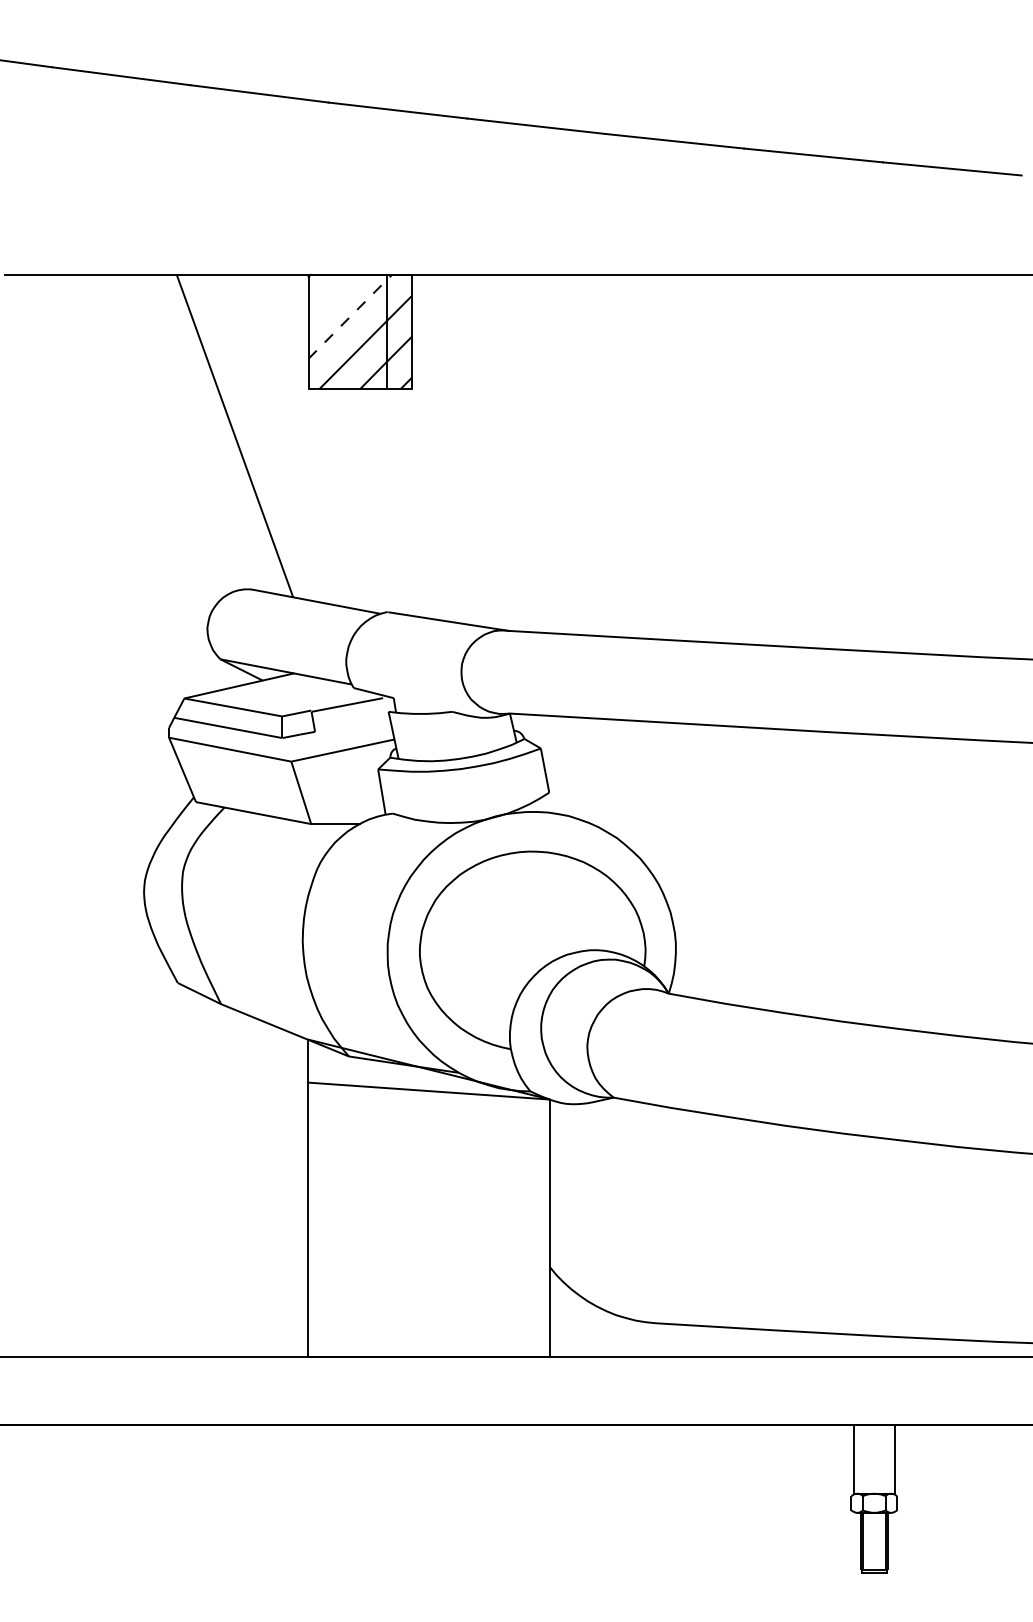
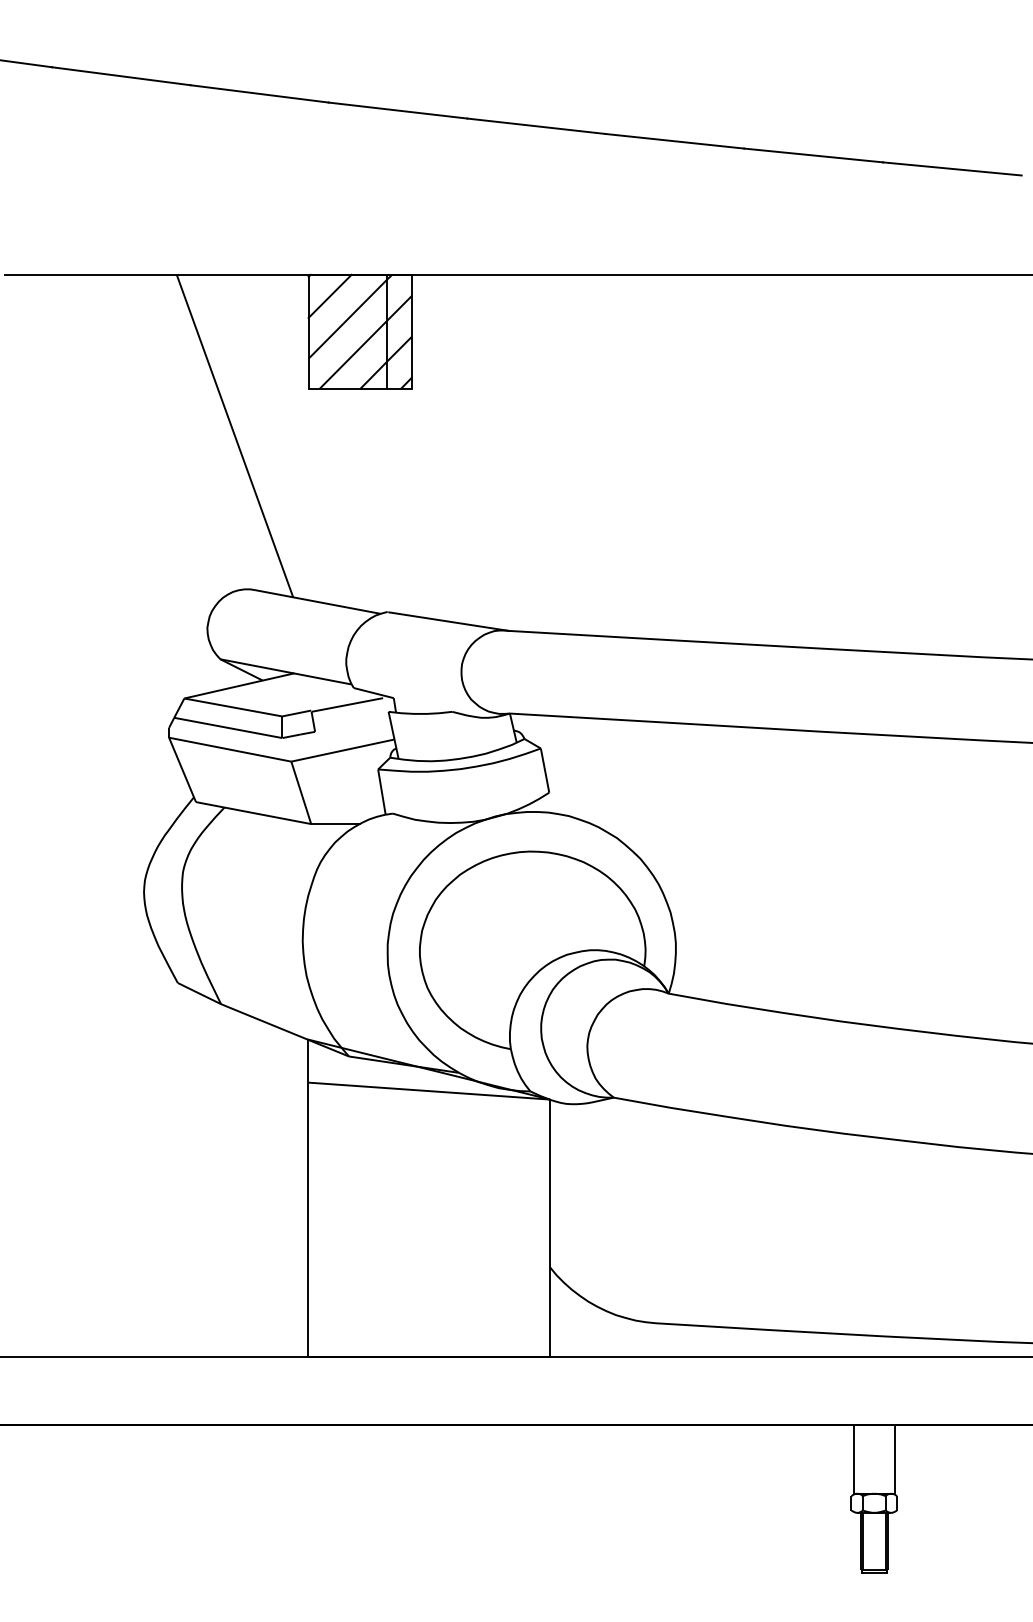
line at (329, 295): none -> present
line at (350, 316): dashed -> solid
